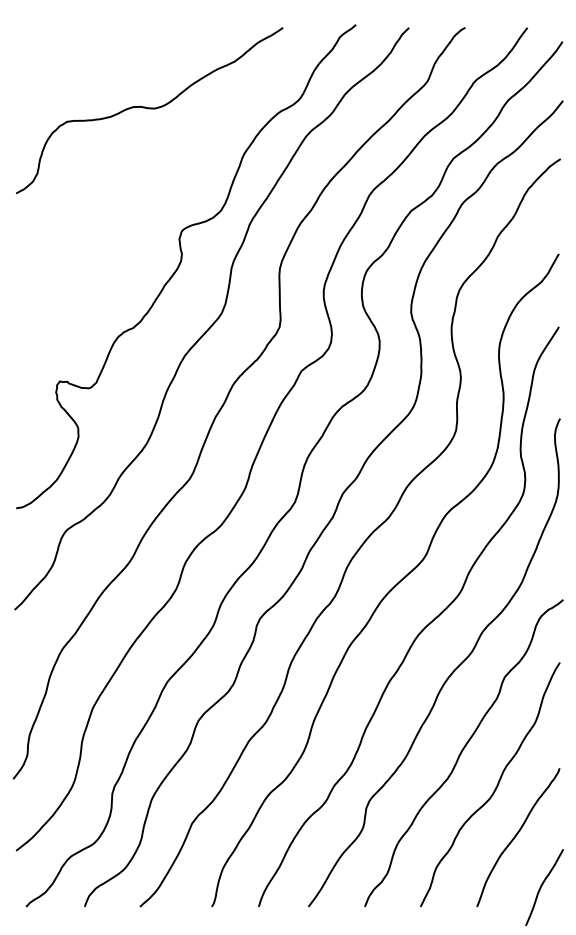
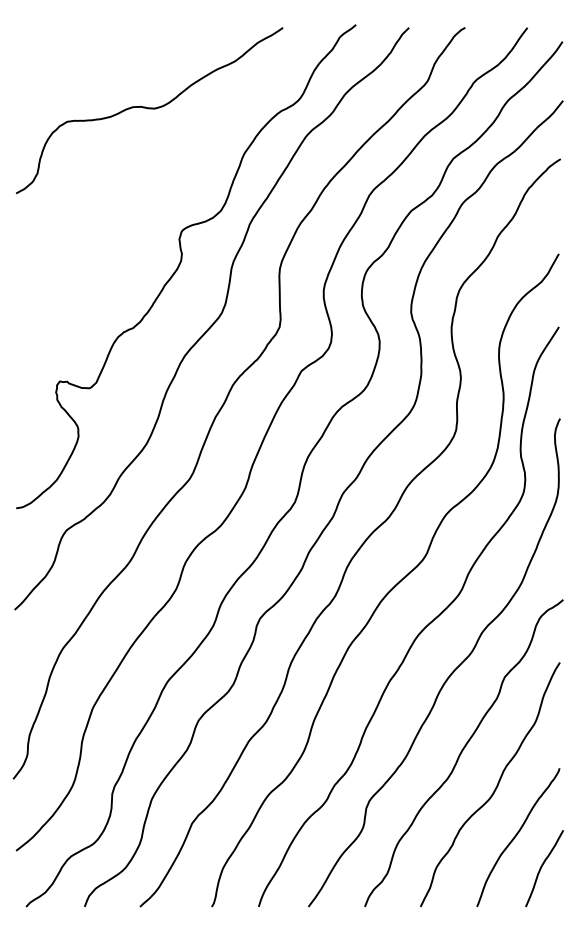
curve at (542, 886) position: (542, 886) -> (542, 867)
